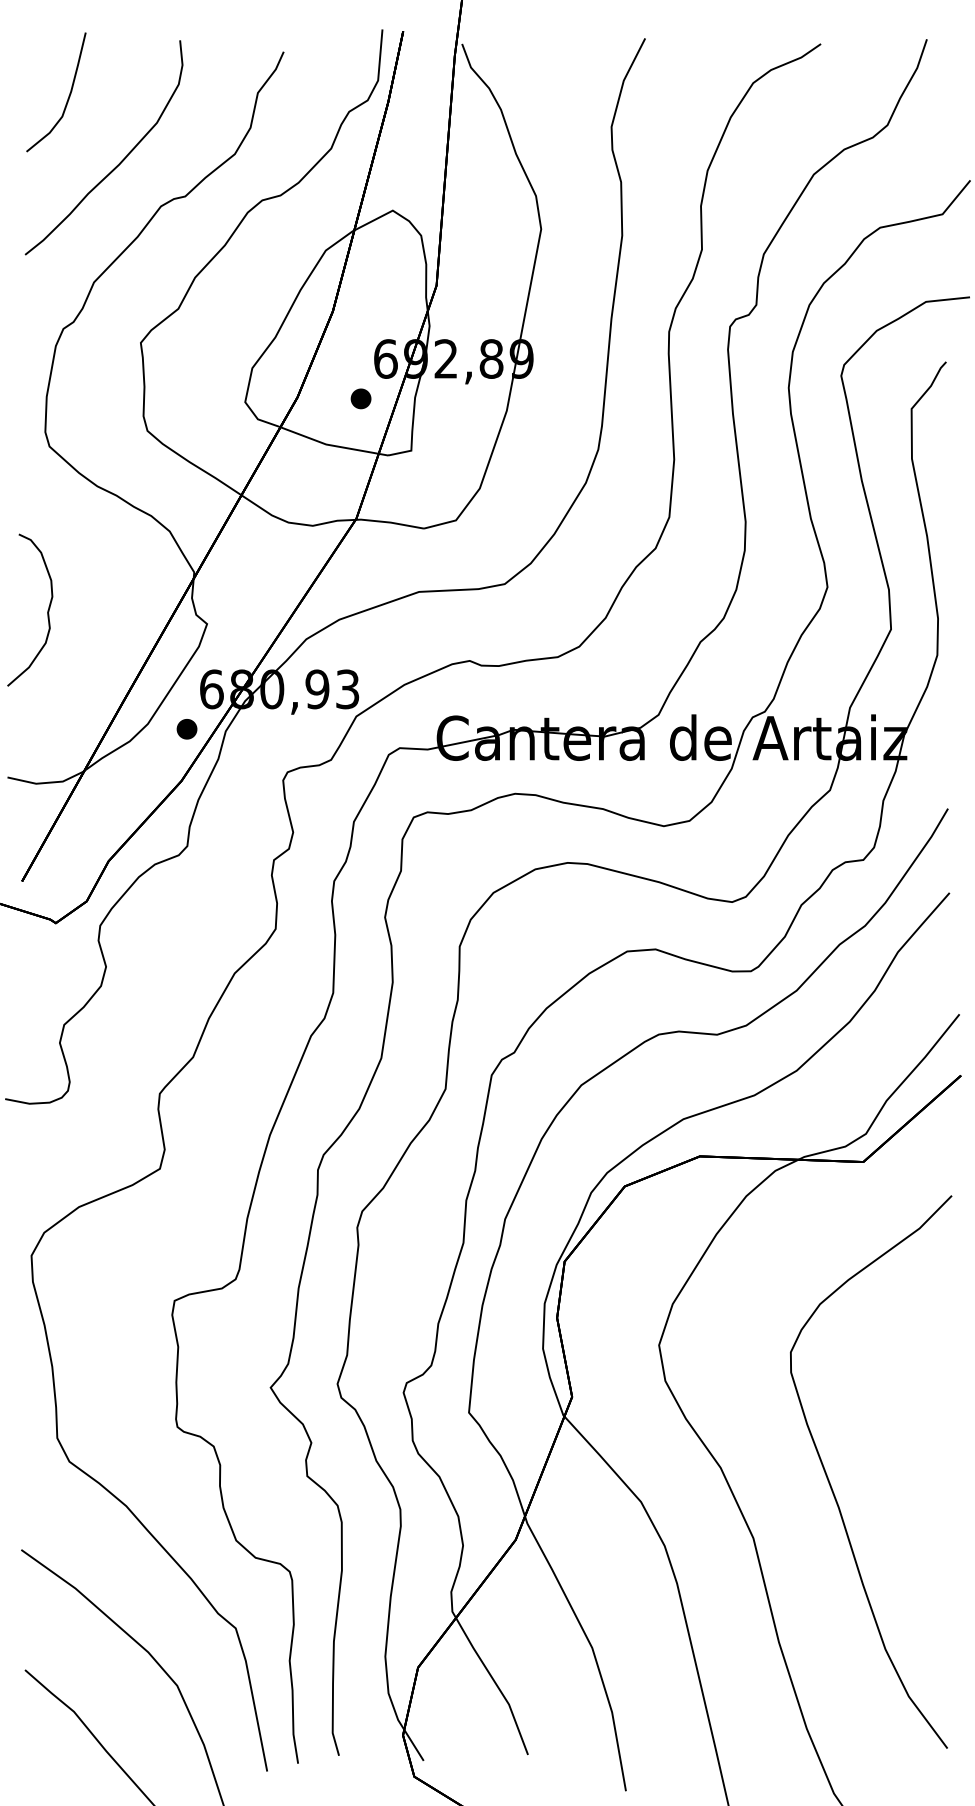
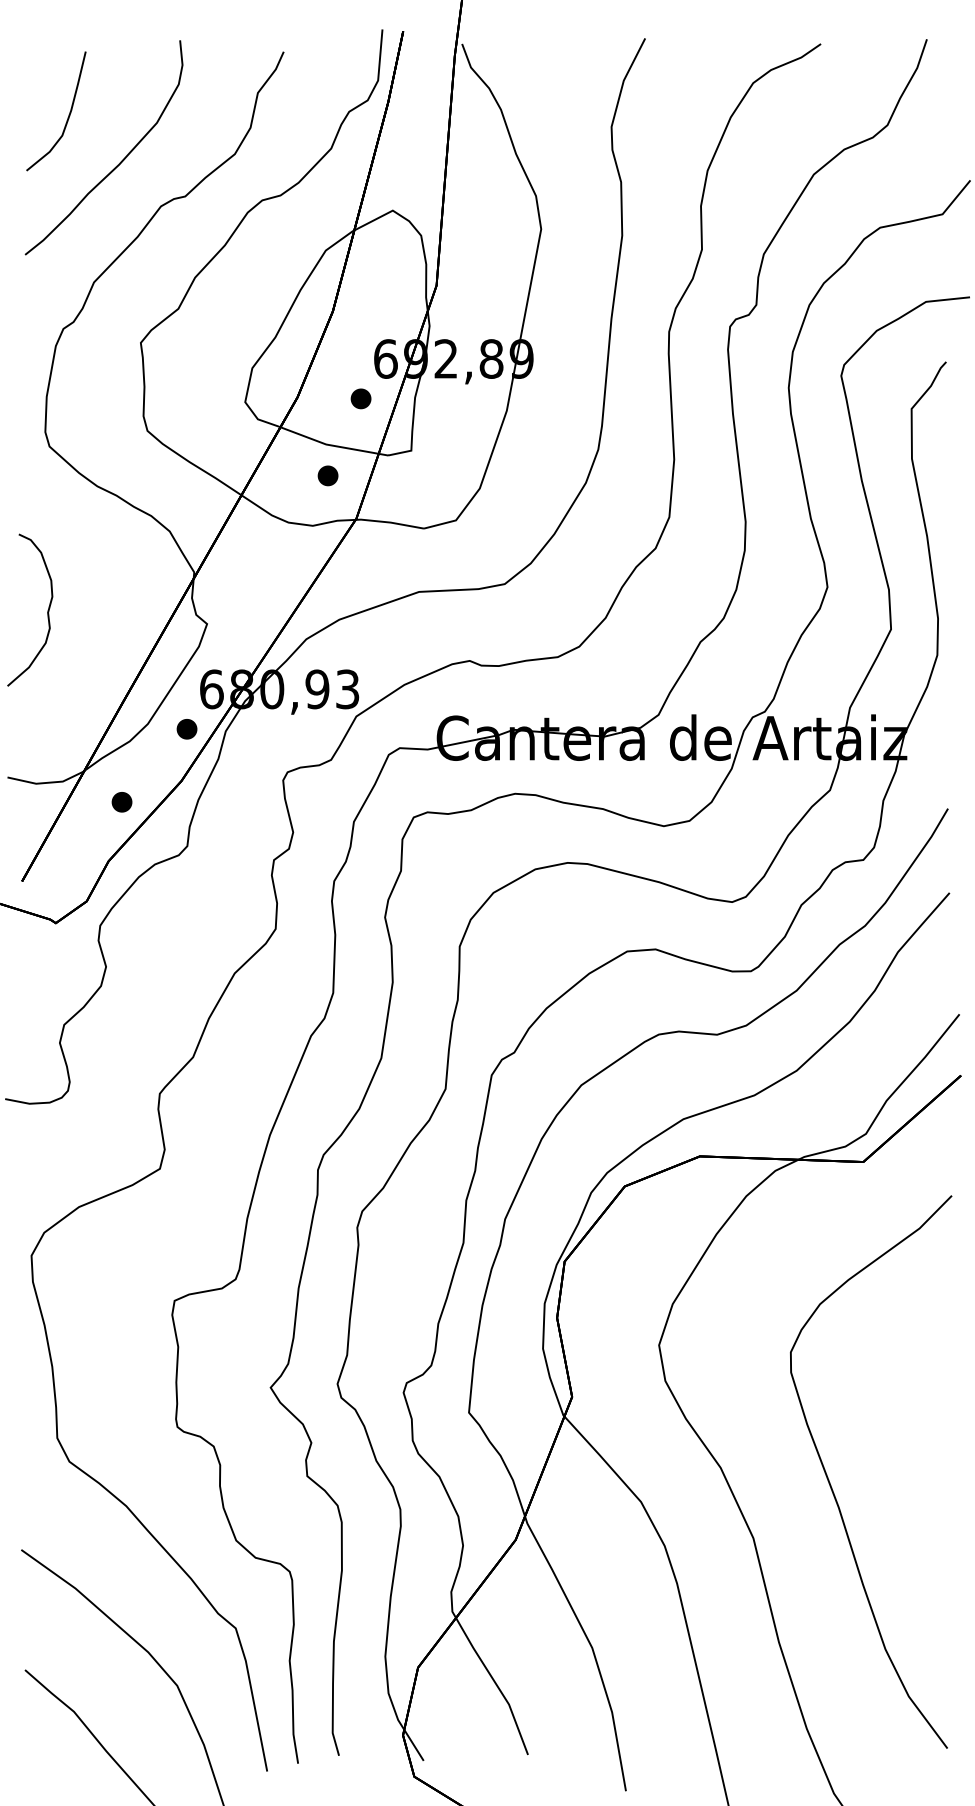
curve at (68, 95) position: (68, 95) -> (68, 114)
part at (327, 475): none -> present
part at (121, 802): none -> present
